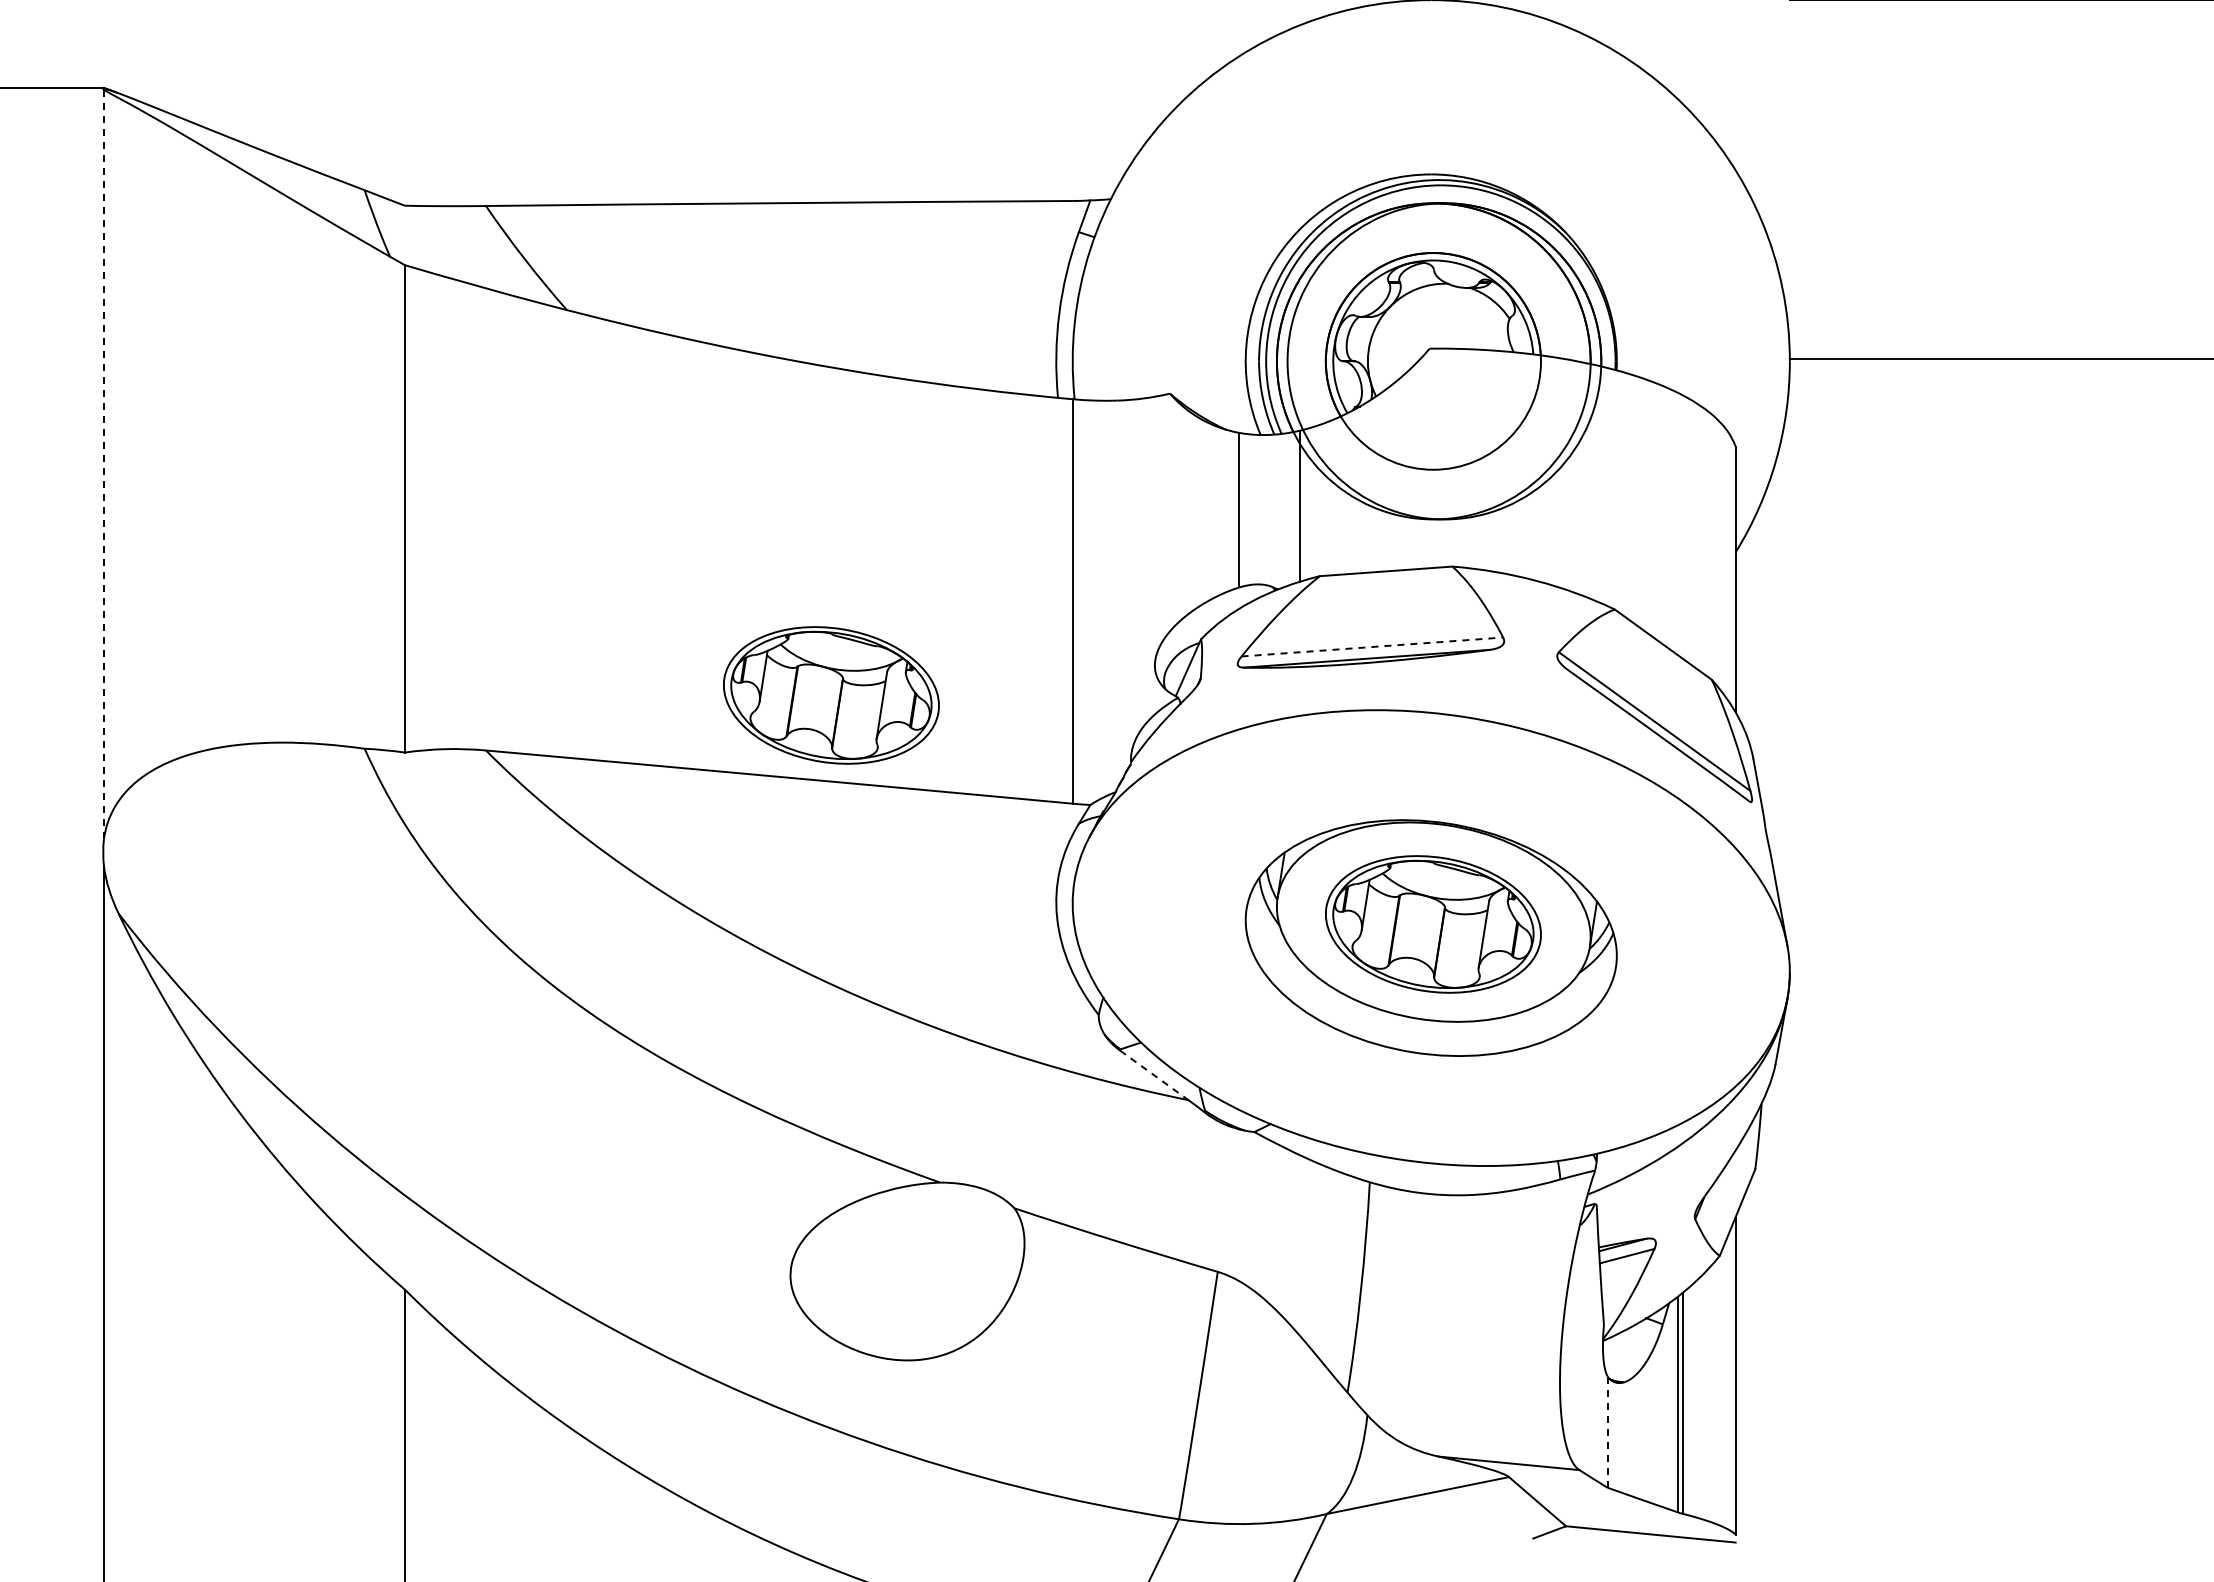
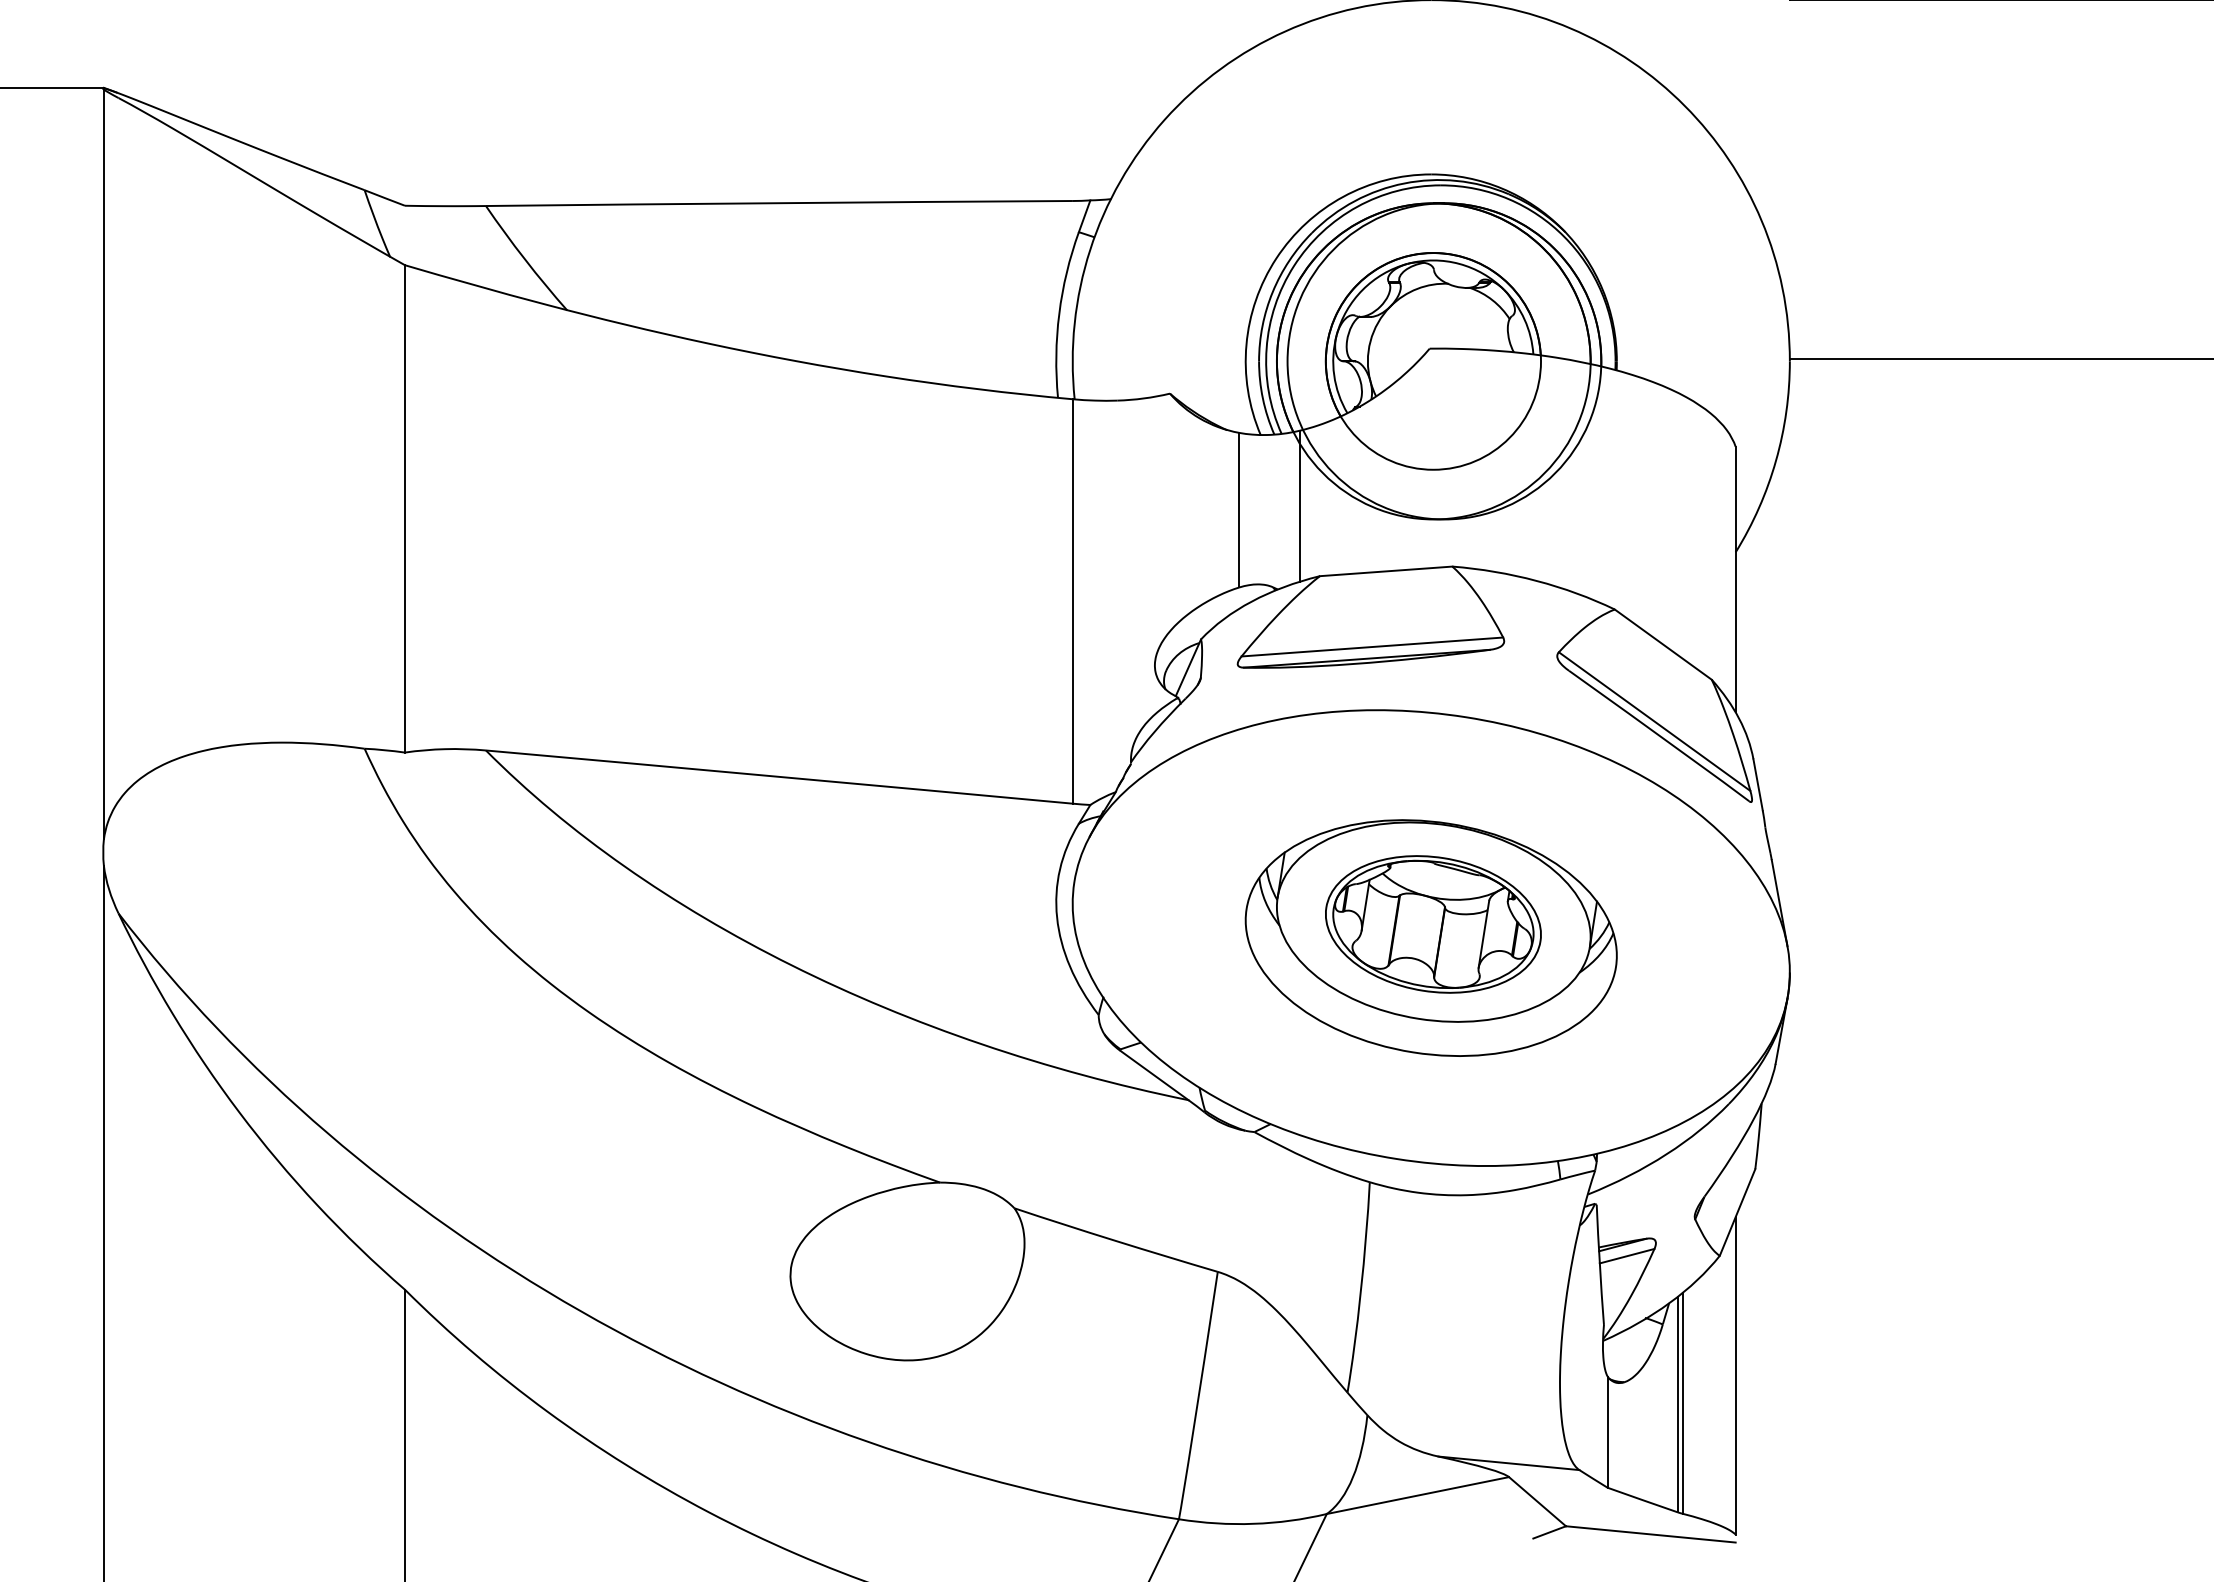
line at (103, 464): dashed -> solid
line at (1372, 646): dashed -> solid
part at (831, 695): present -> none
line at (1154, 1075): dashed -> solid
line at (1607, 1432): dashed -> solid
